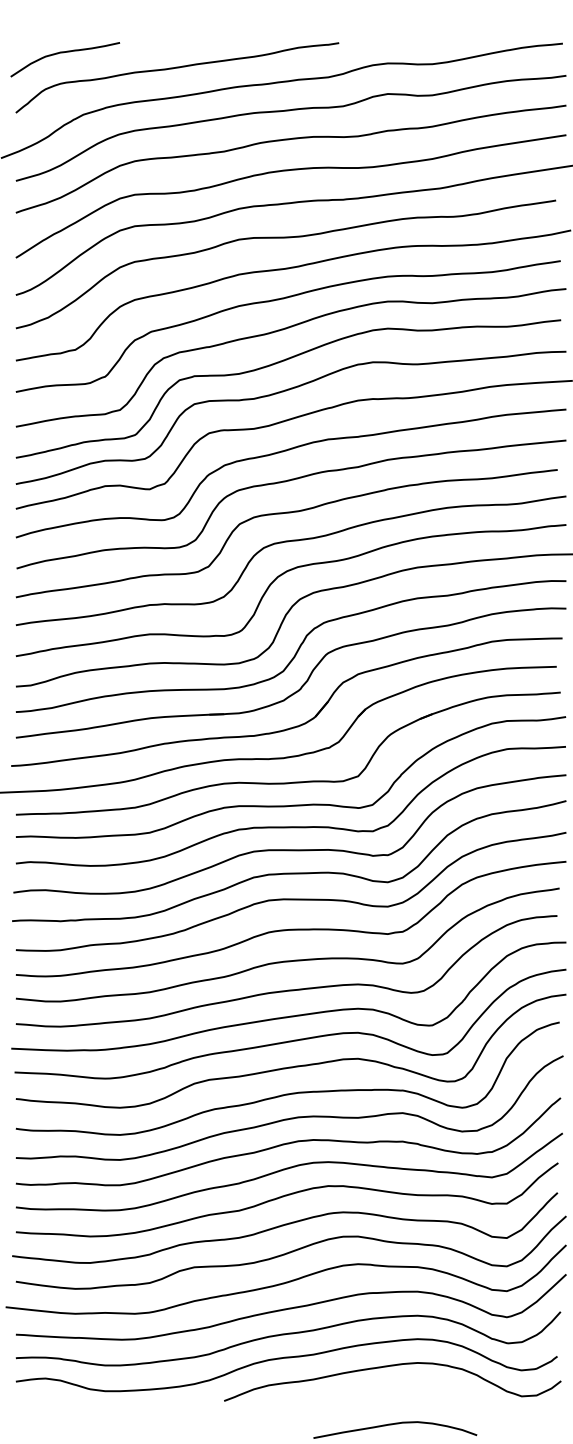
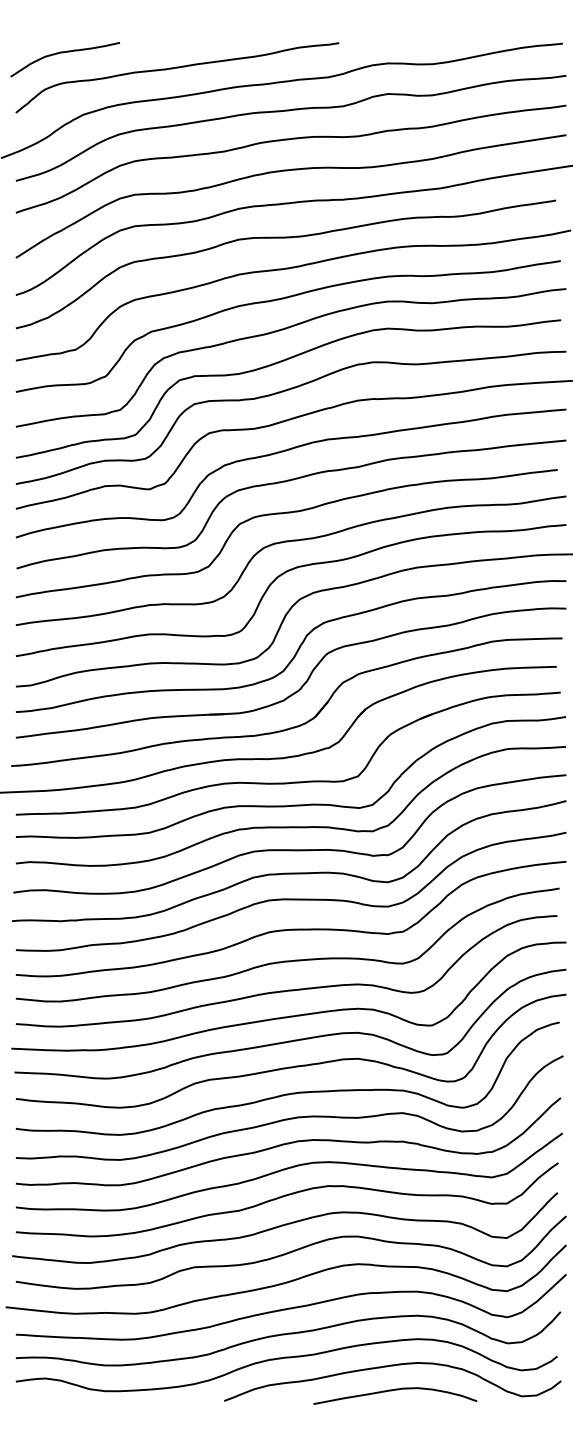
curve at (395, 1424) position: (395, 1424) -> (395, 1390)
